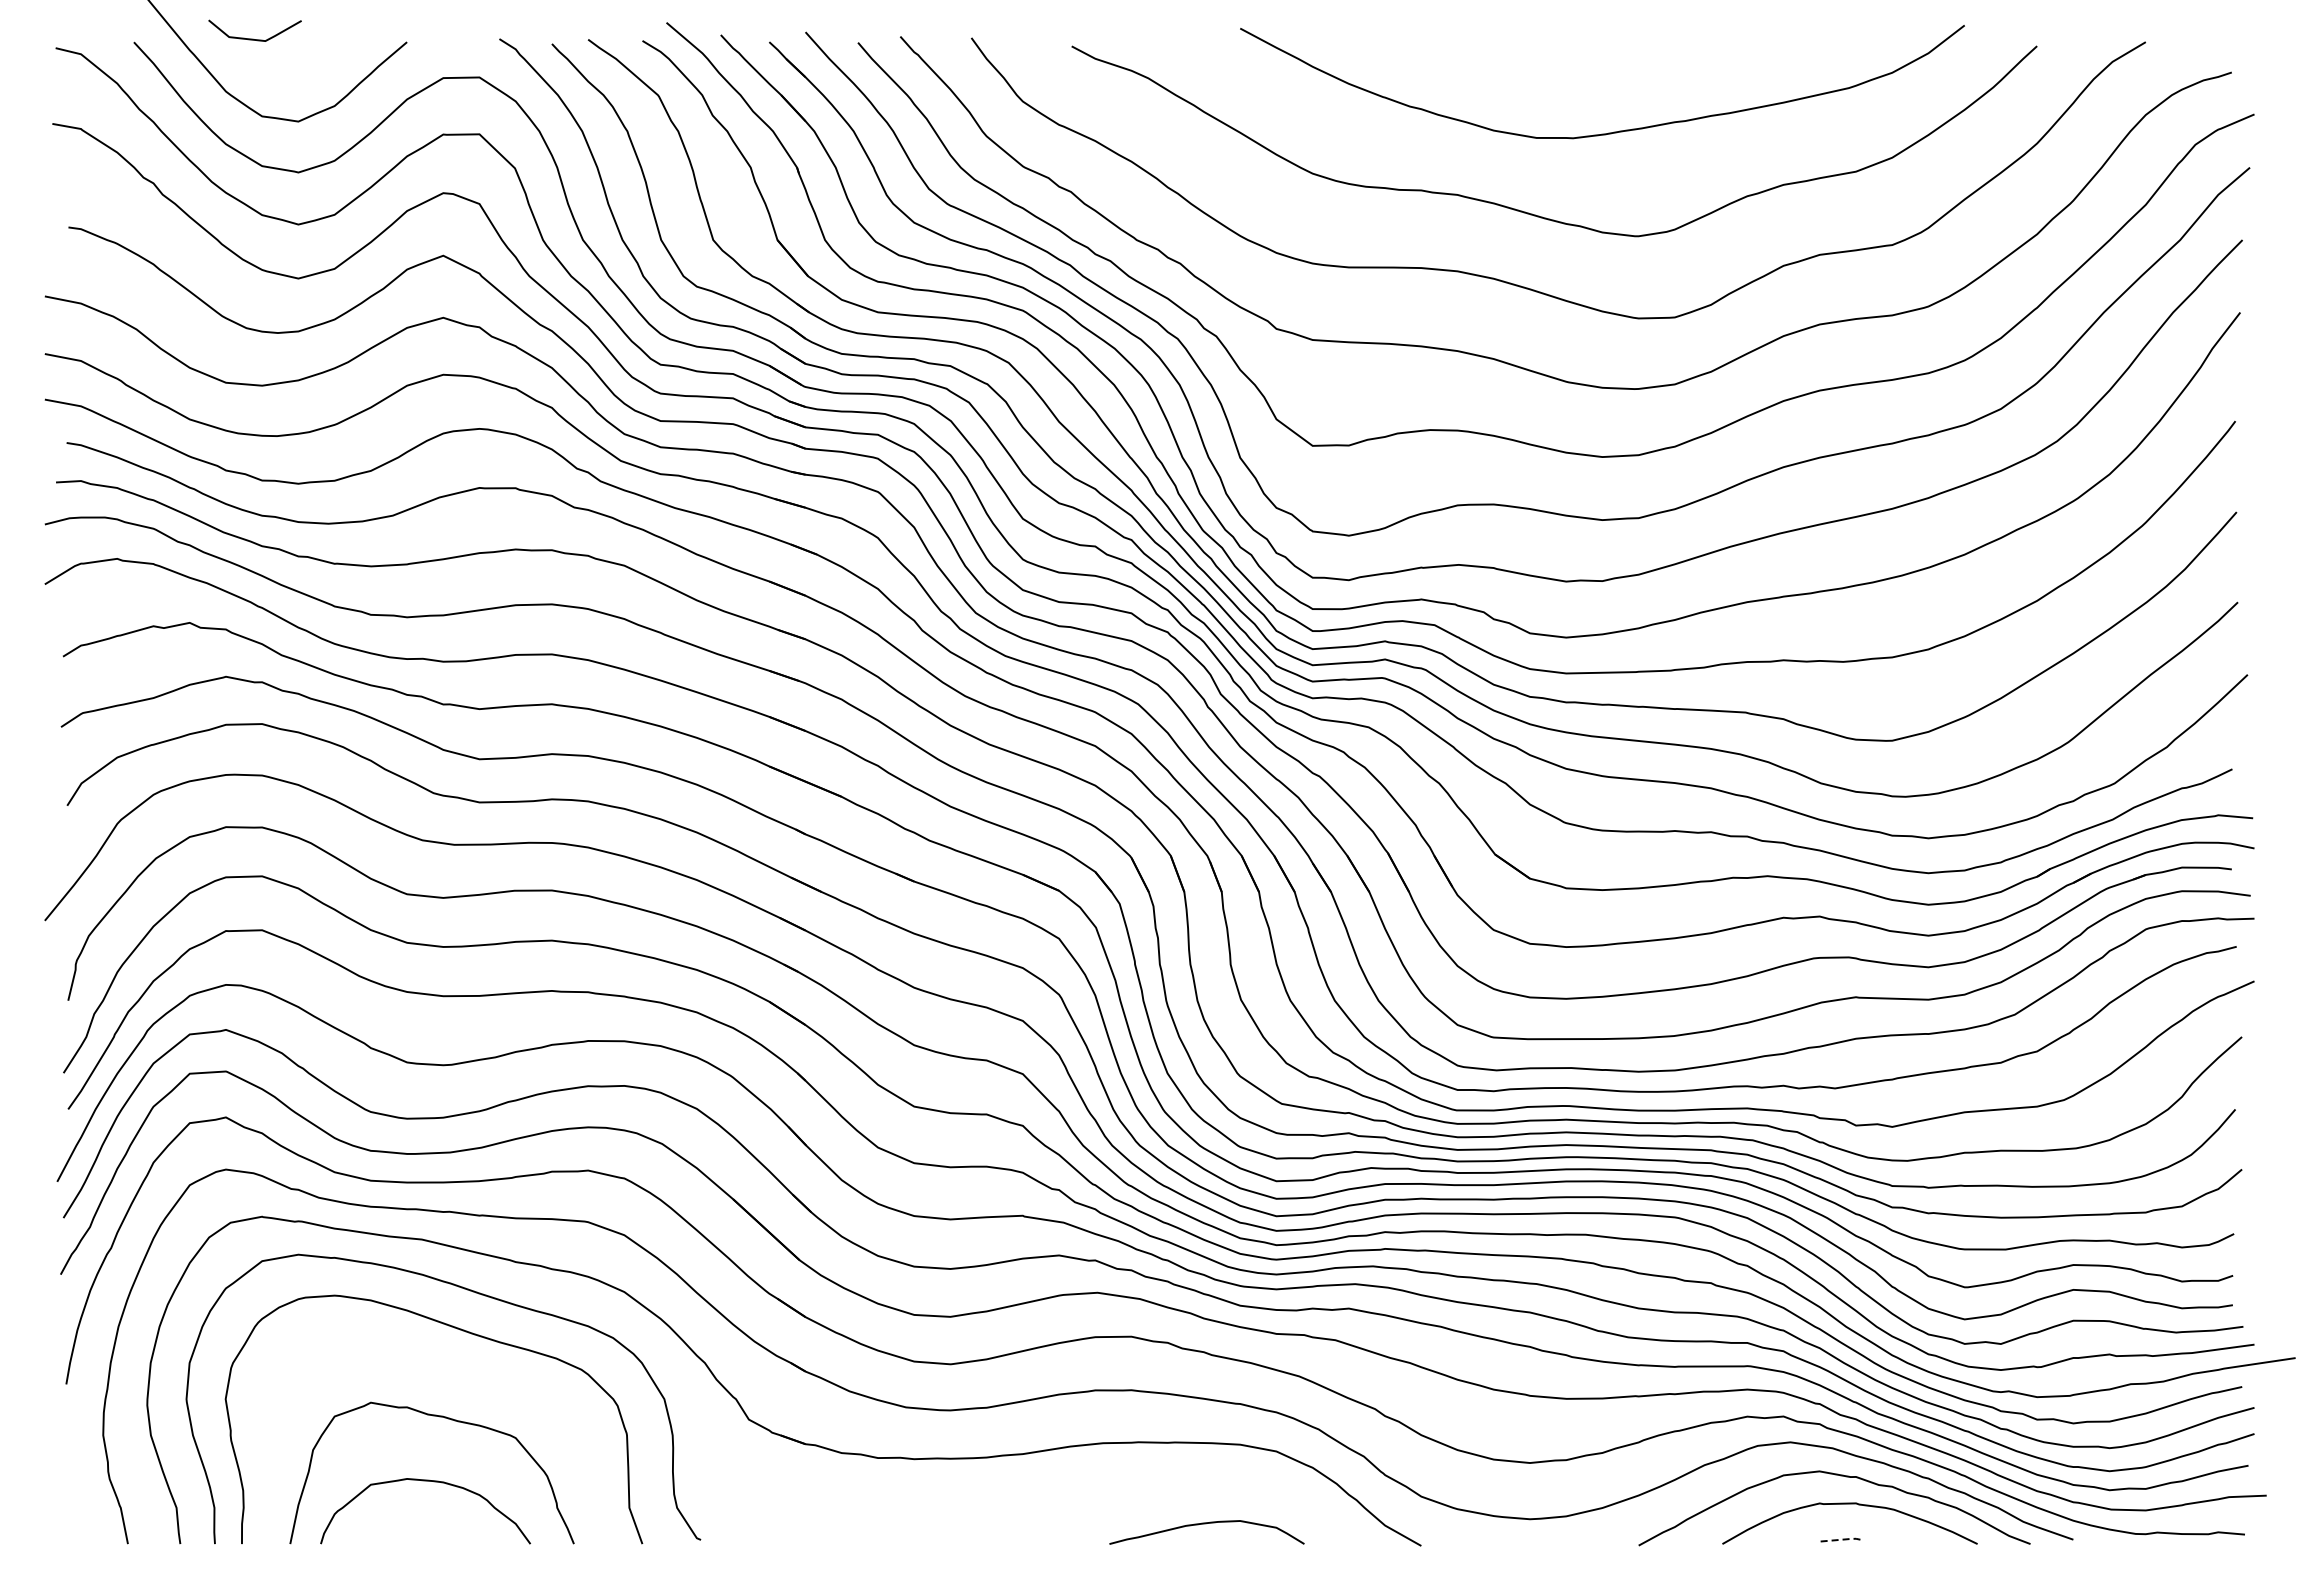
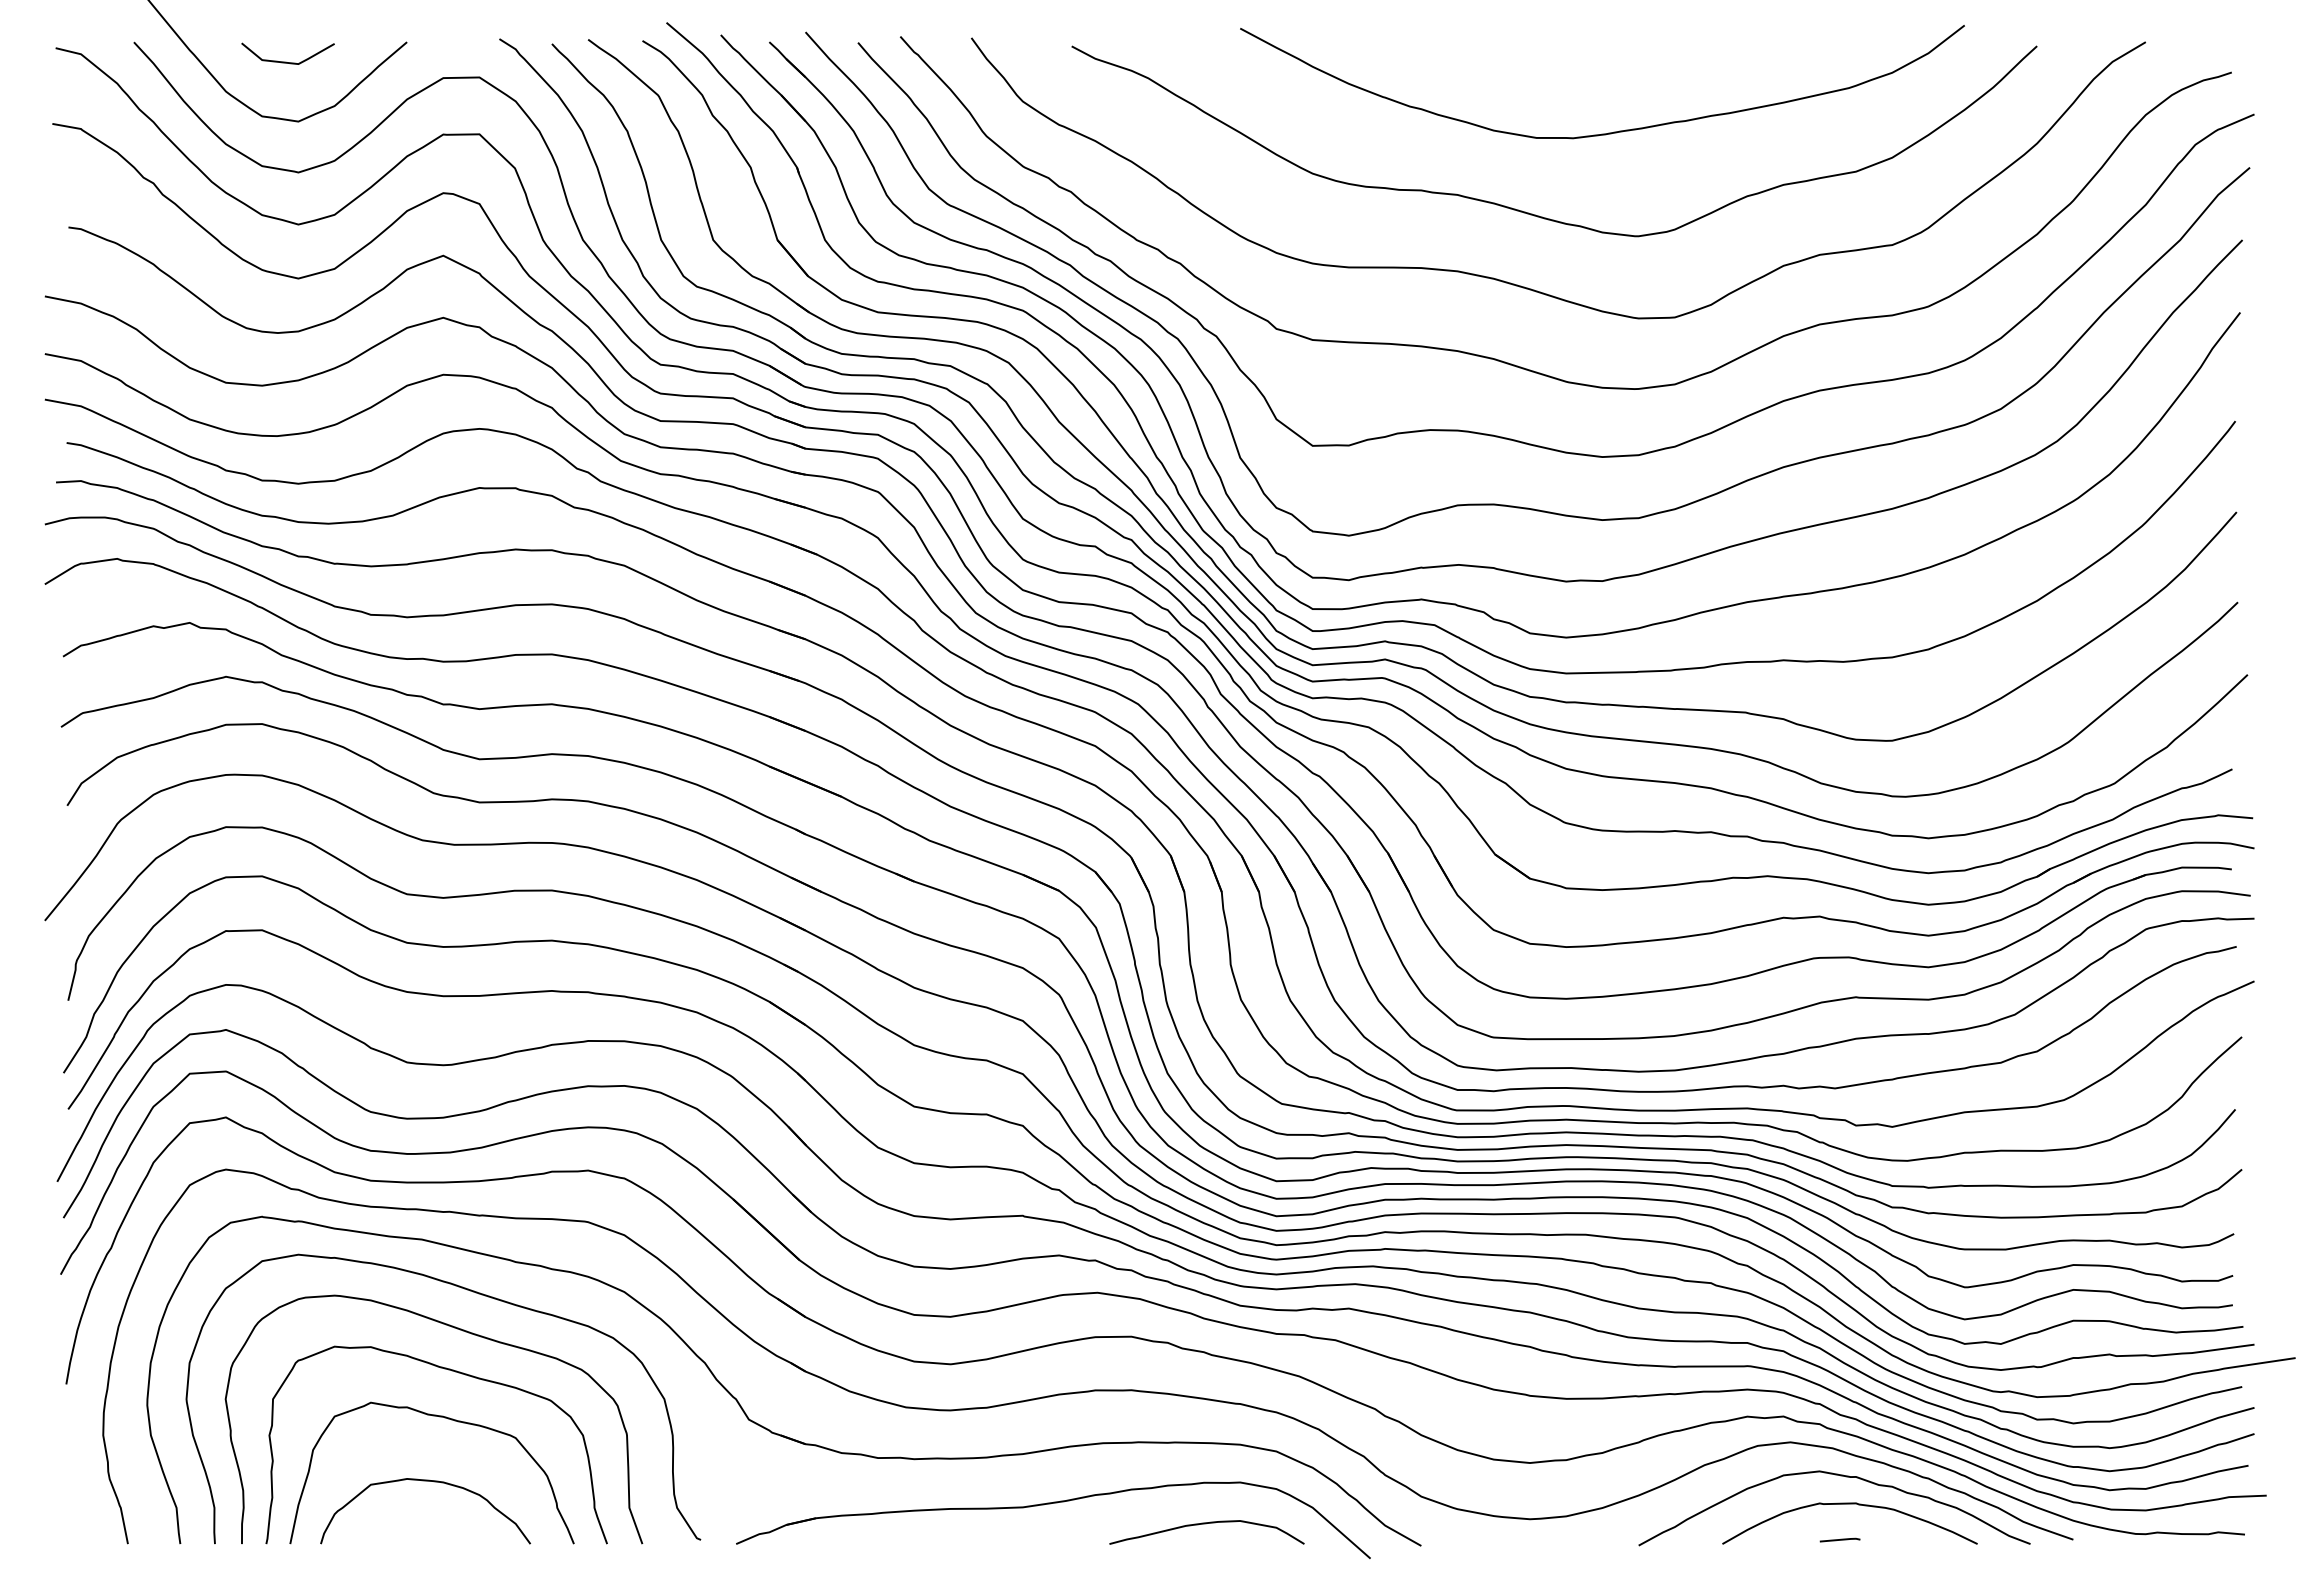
line at (253, 38) position: (253, 38) -> (286, 61)
curve at (458, 1373): none -> present
part at (1050, 1504): none -> present
line at (1841, 1539): dashed -> solid
